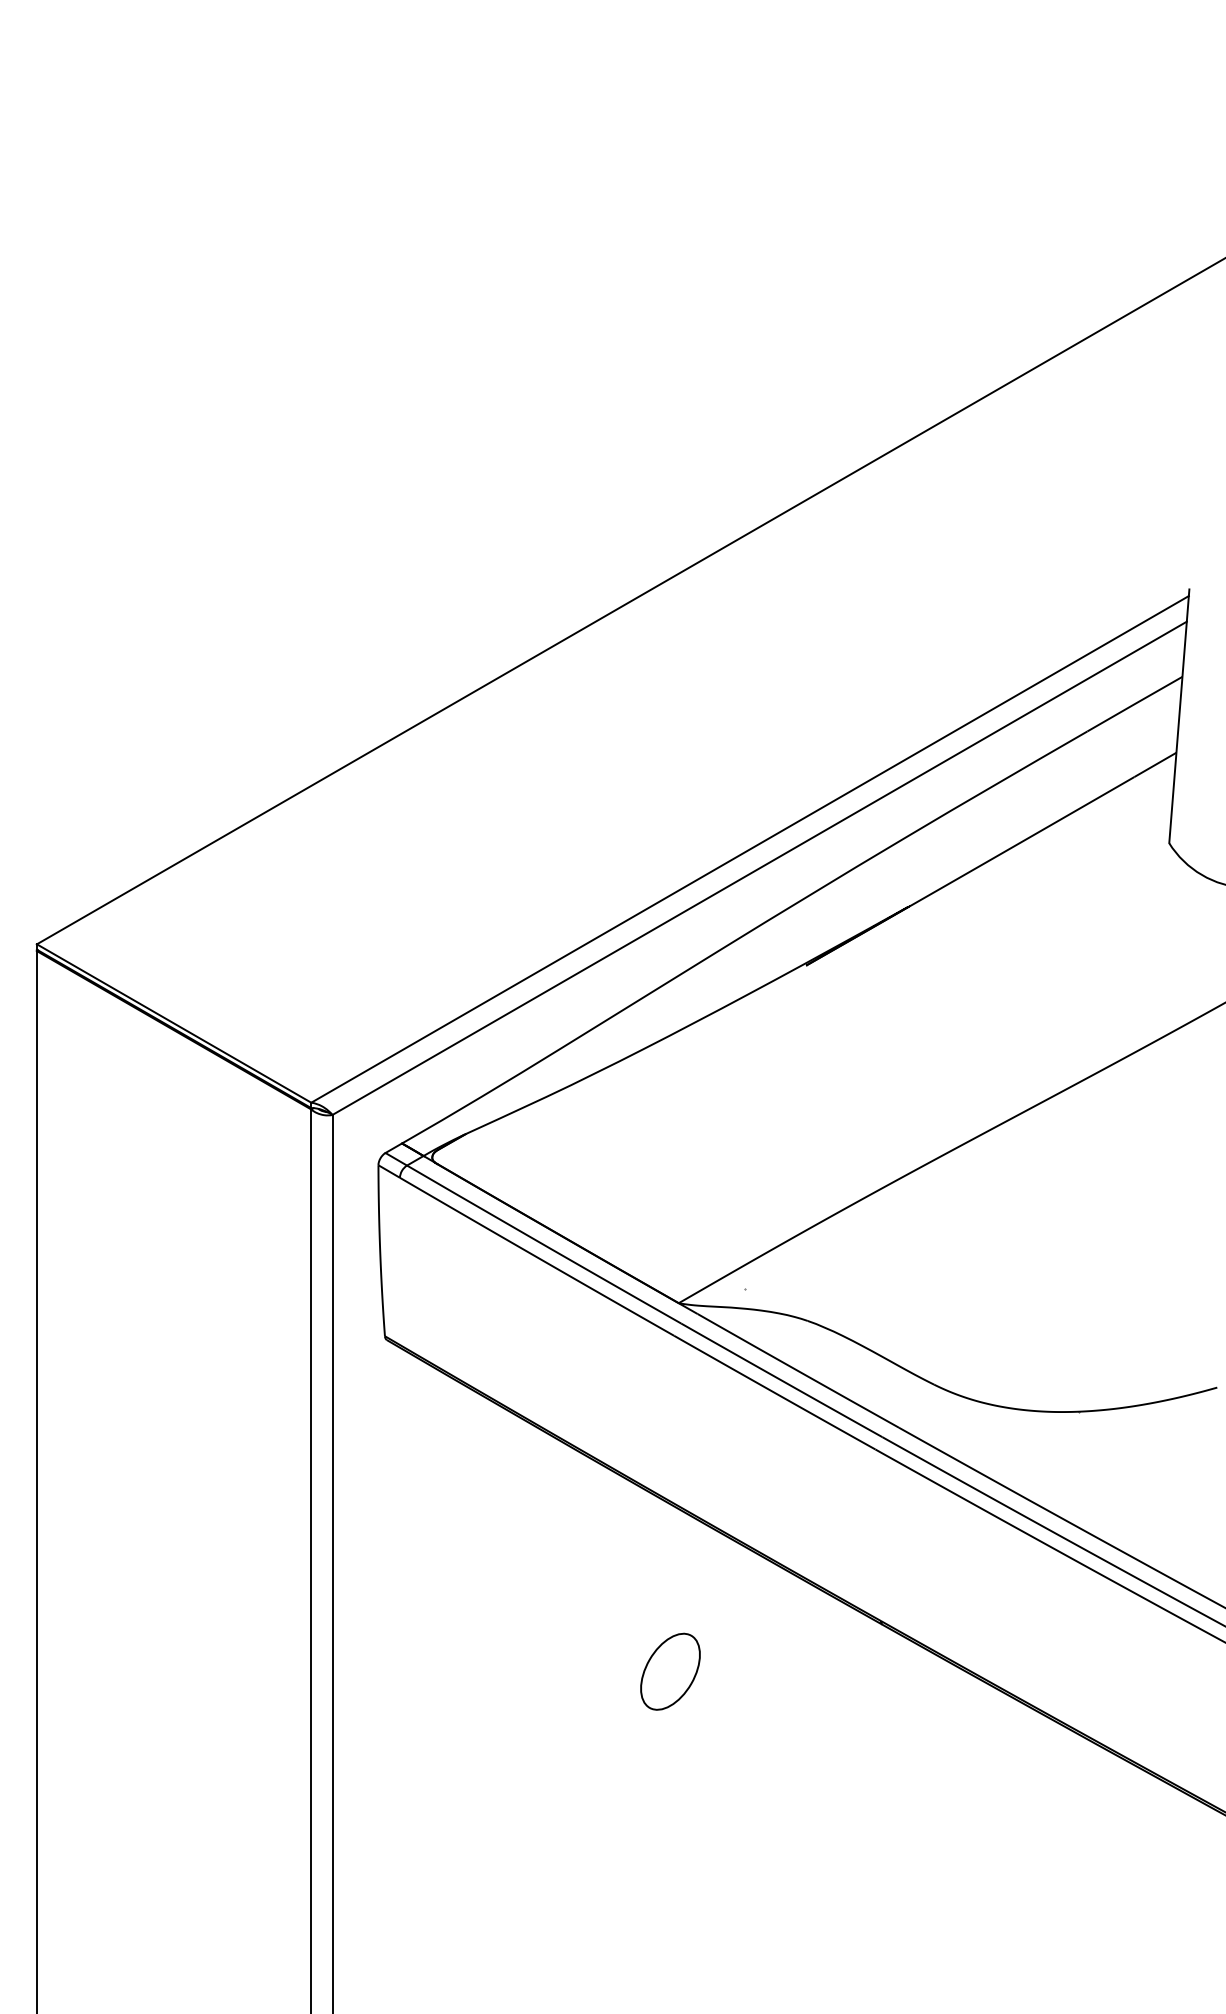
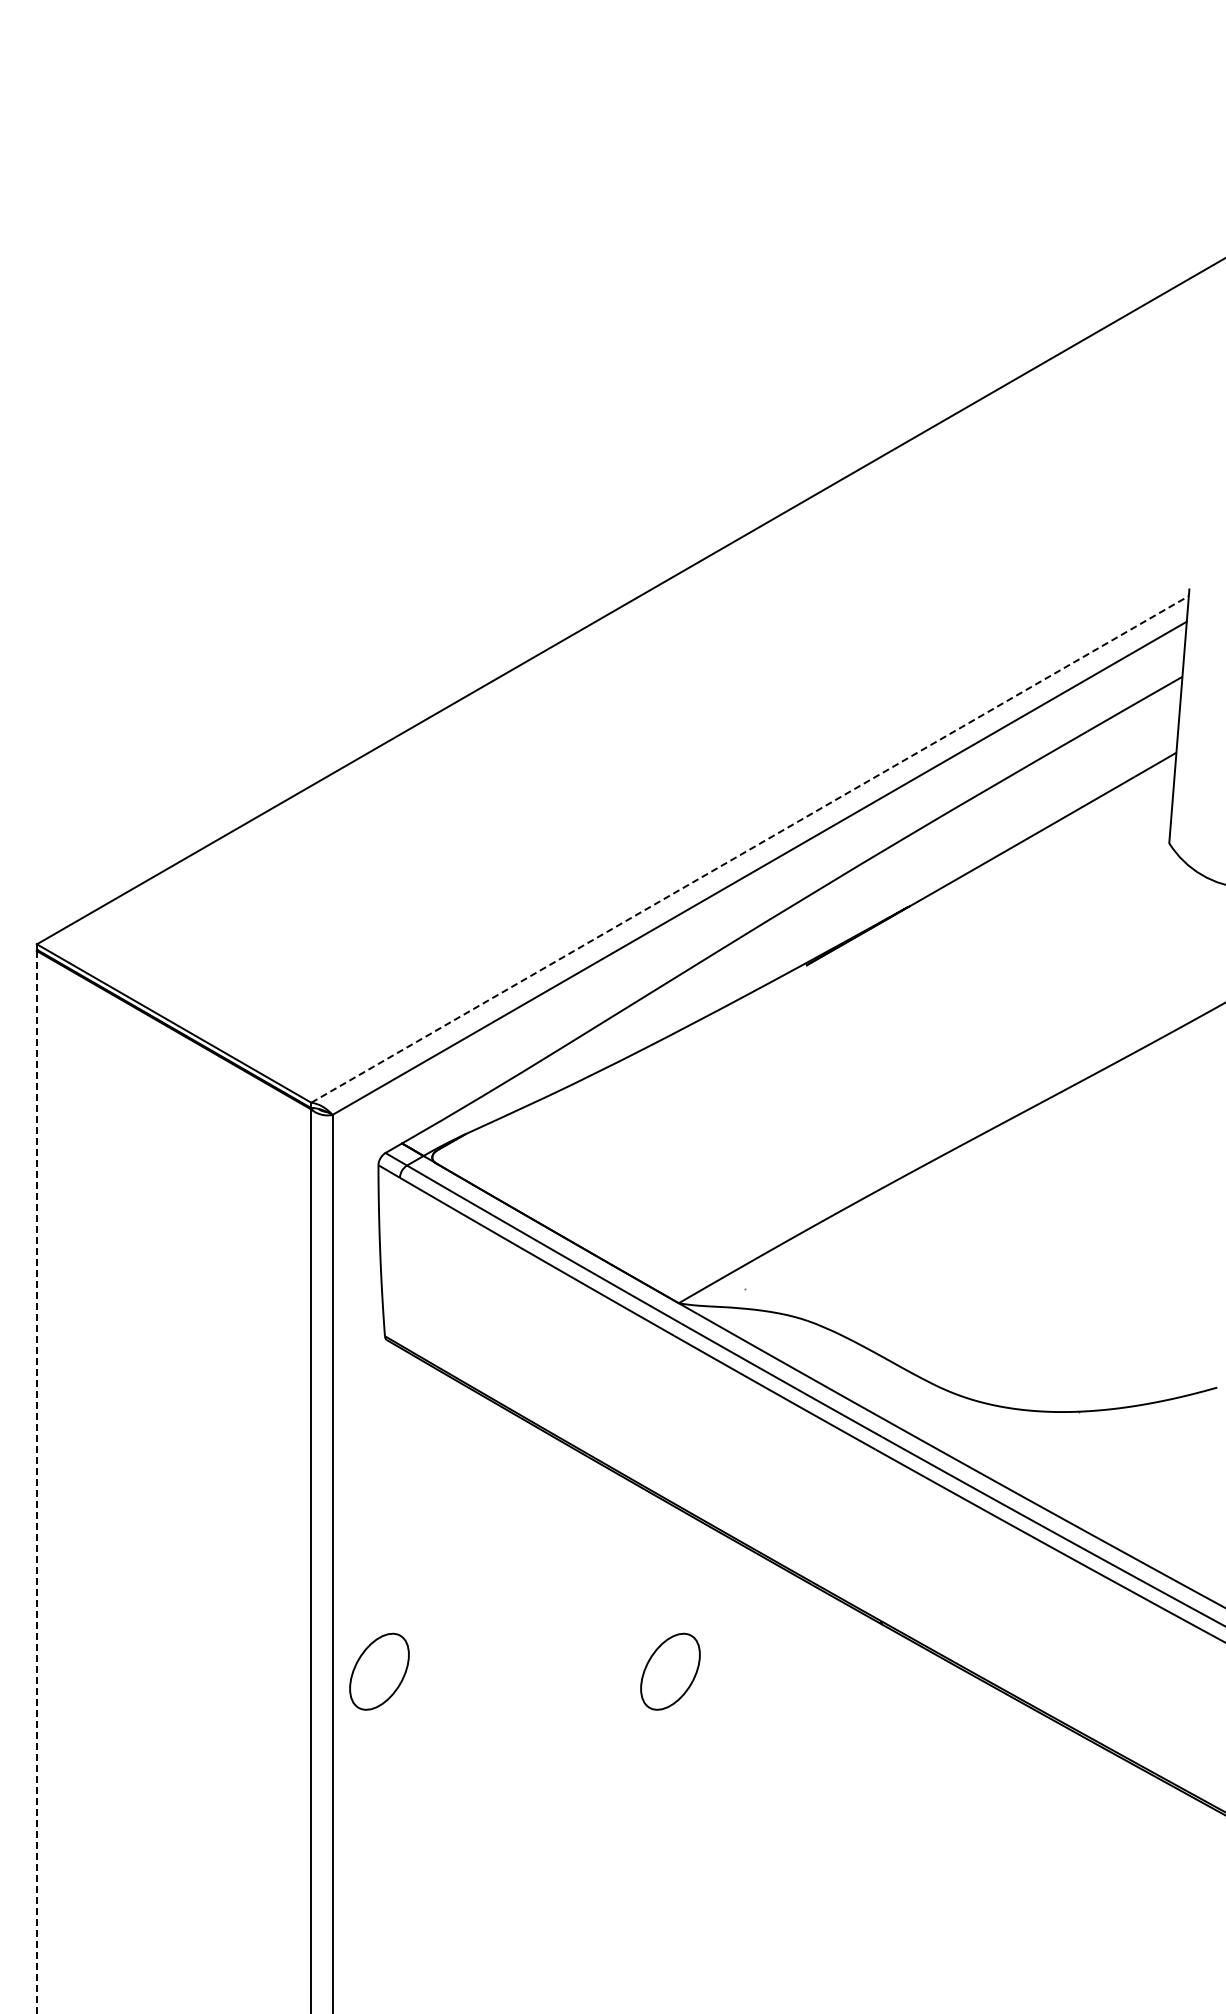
line at (750, 849): solid -> dashed
line at (36, 1482): solid -> dashed
part at (379, 1671): none -> present
